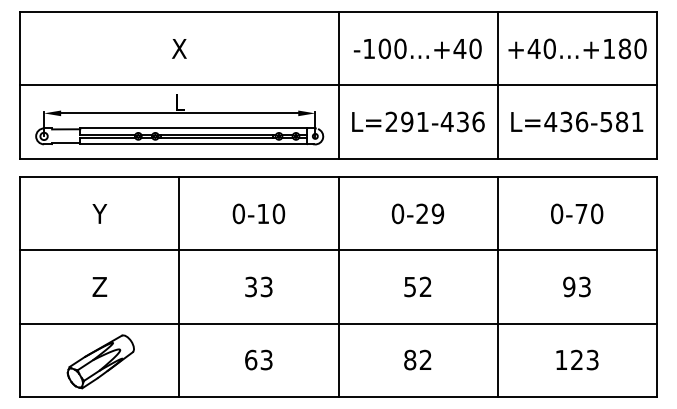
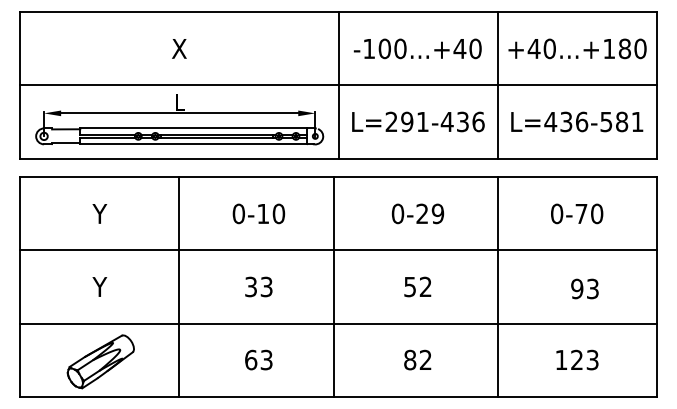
text at (99, 286): Z -> Y
line at (338, 286) position: (338, 286) -> (333, 286)
text at (576, 286) position: (576, 286) -> (584, 288)
